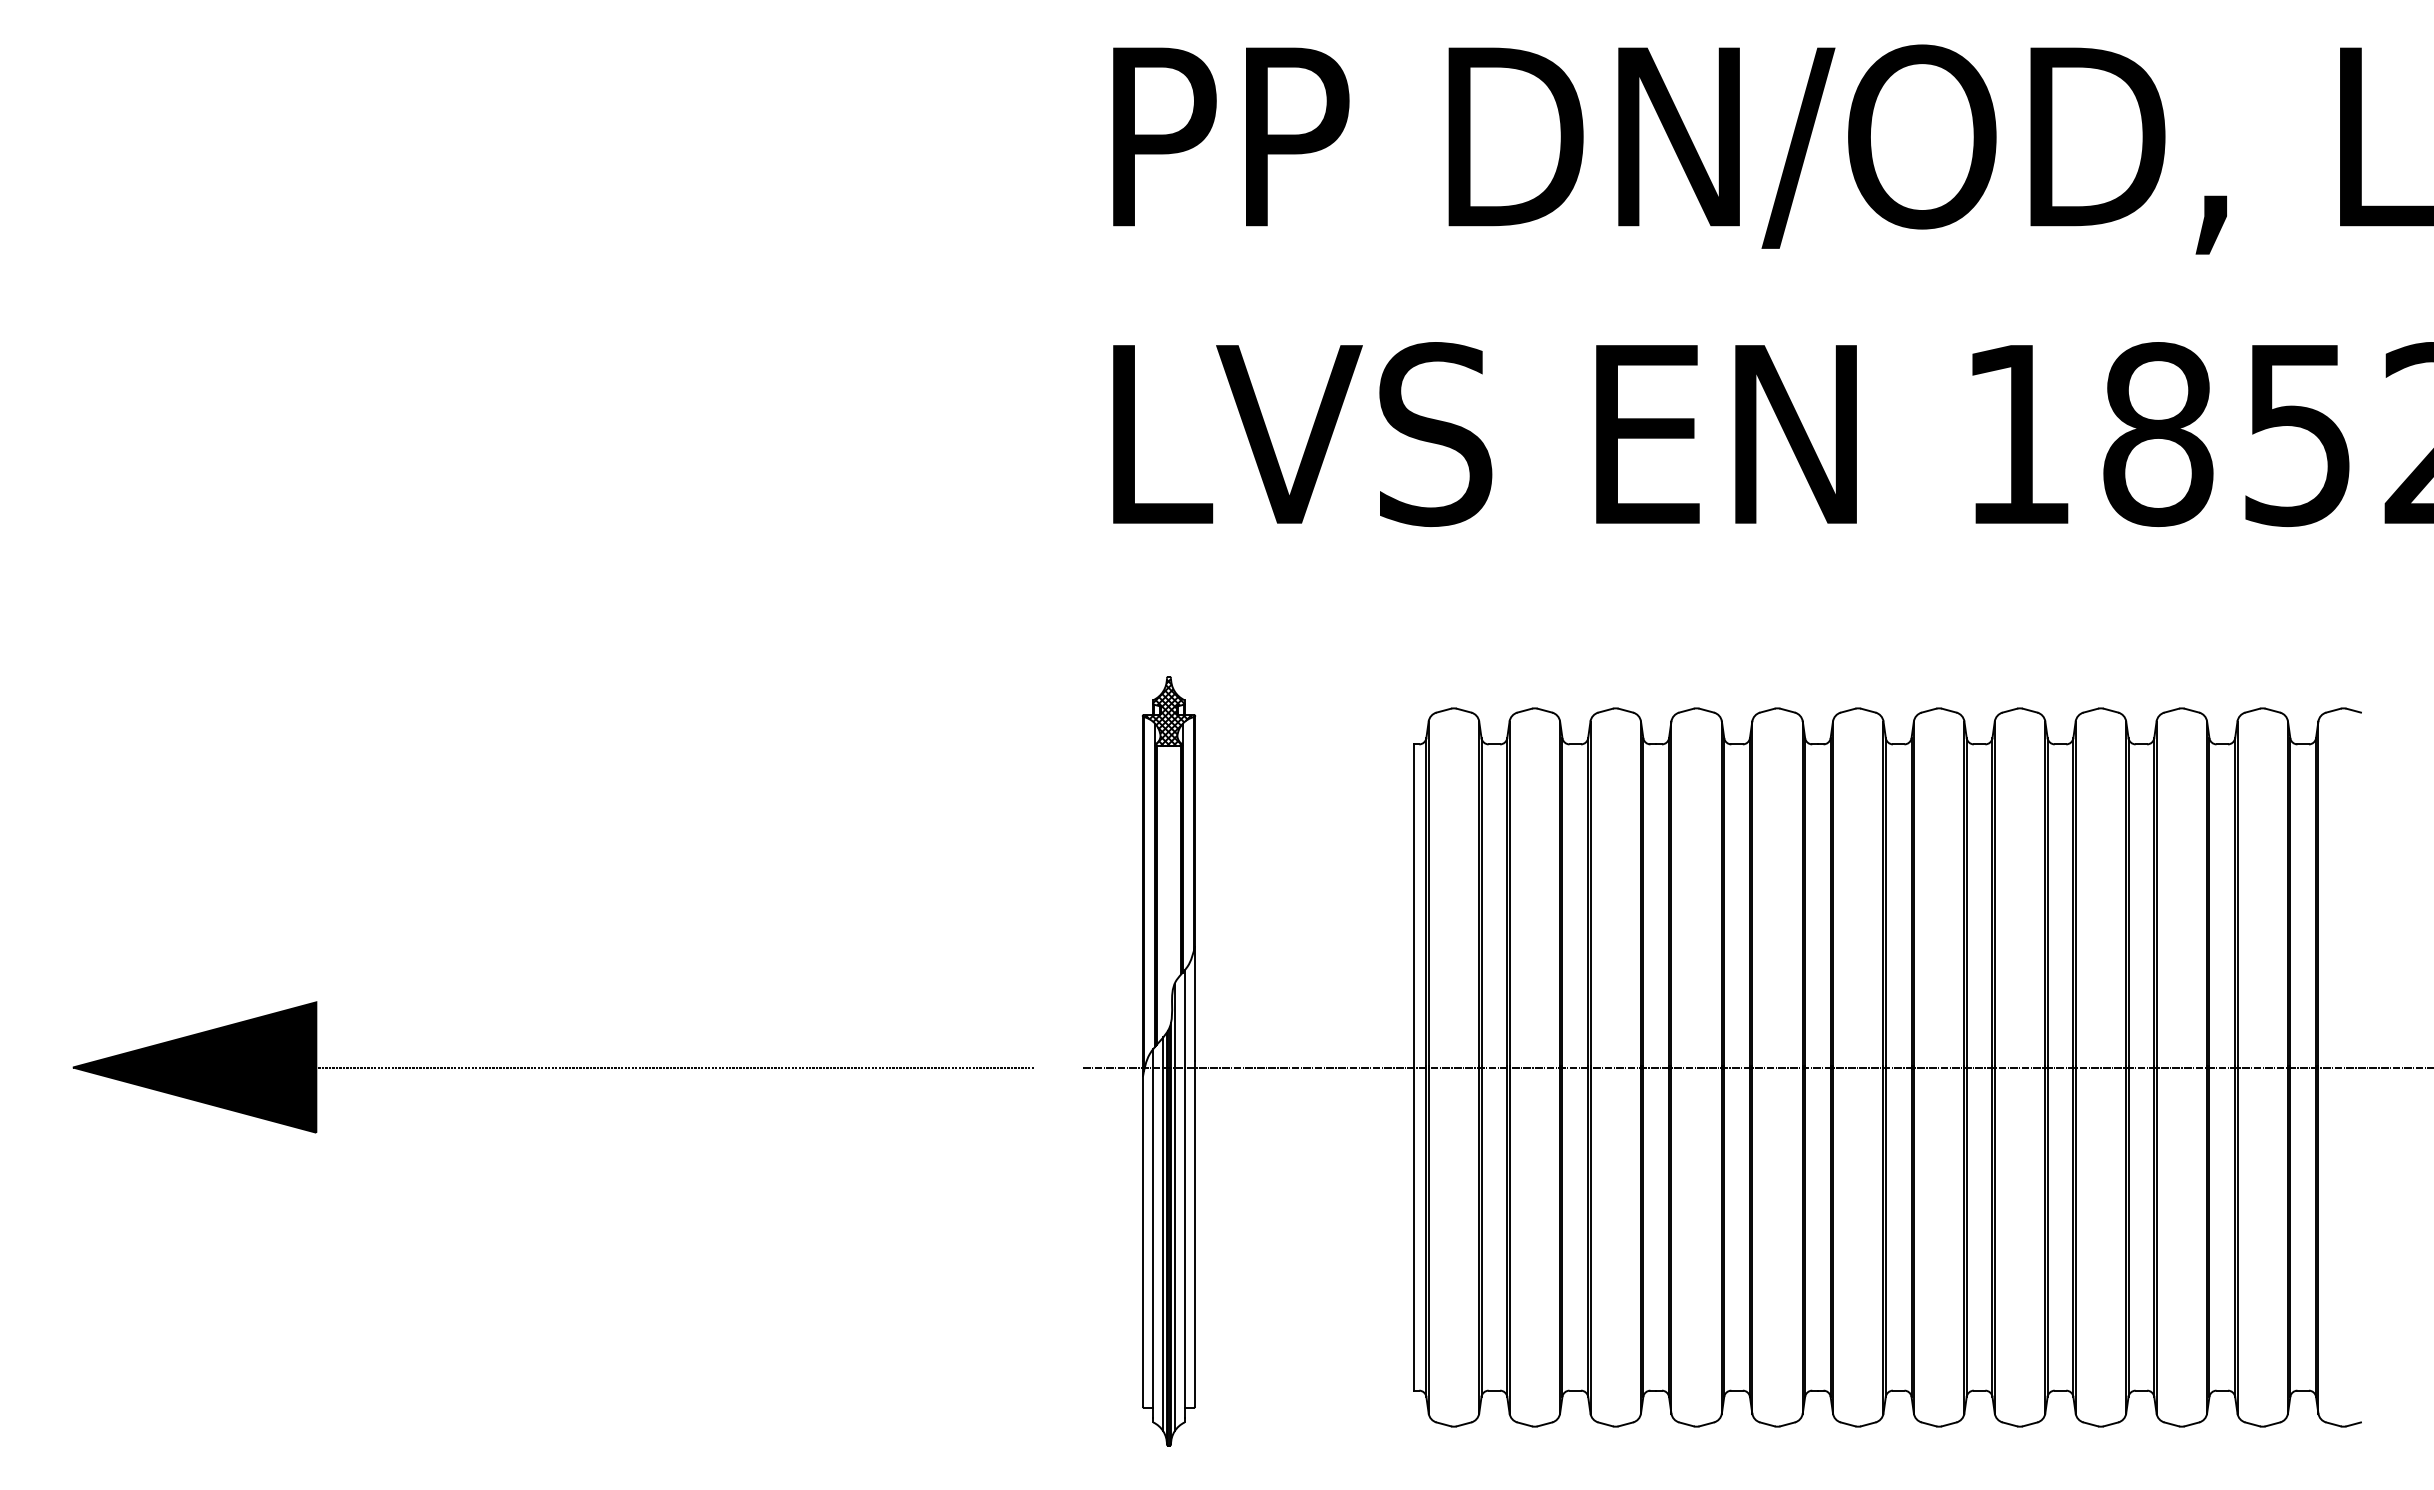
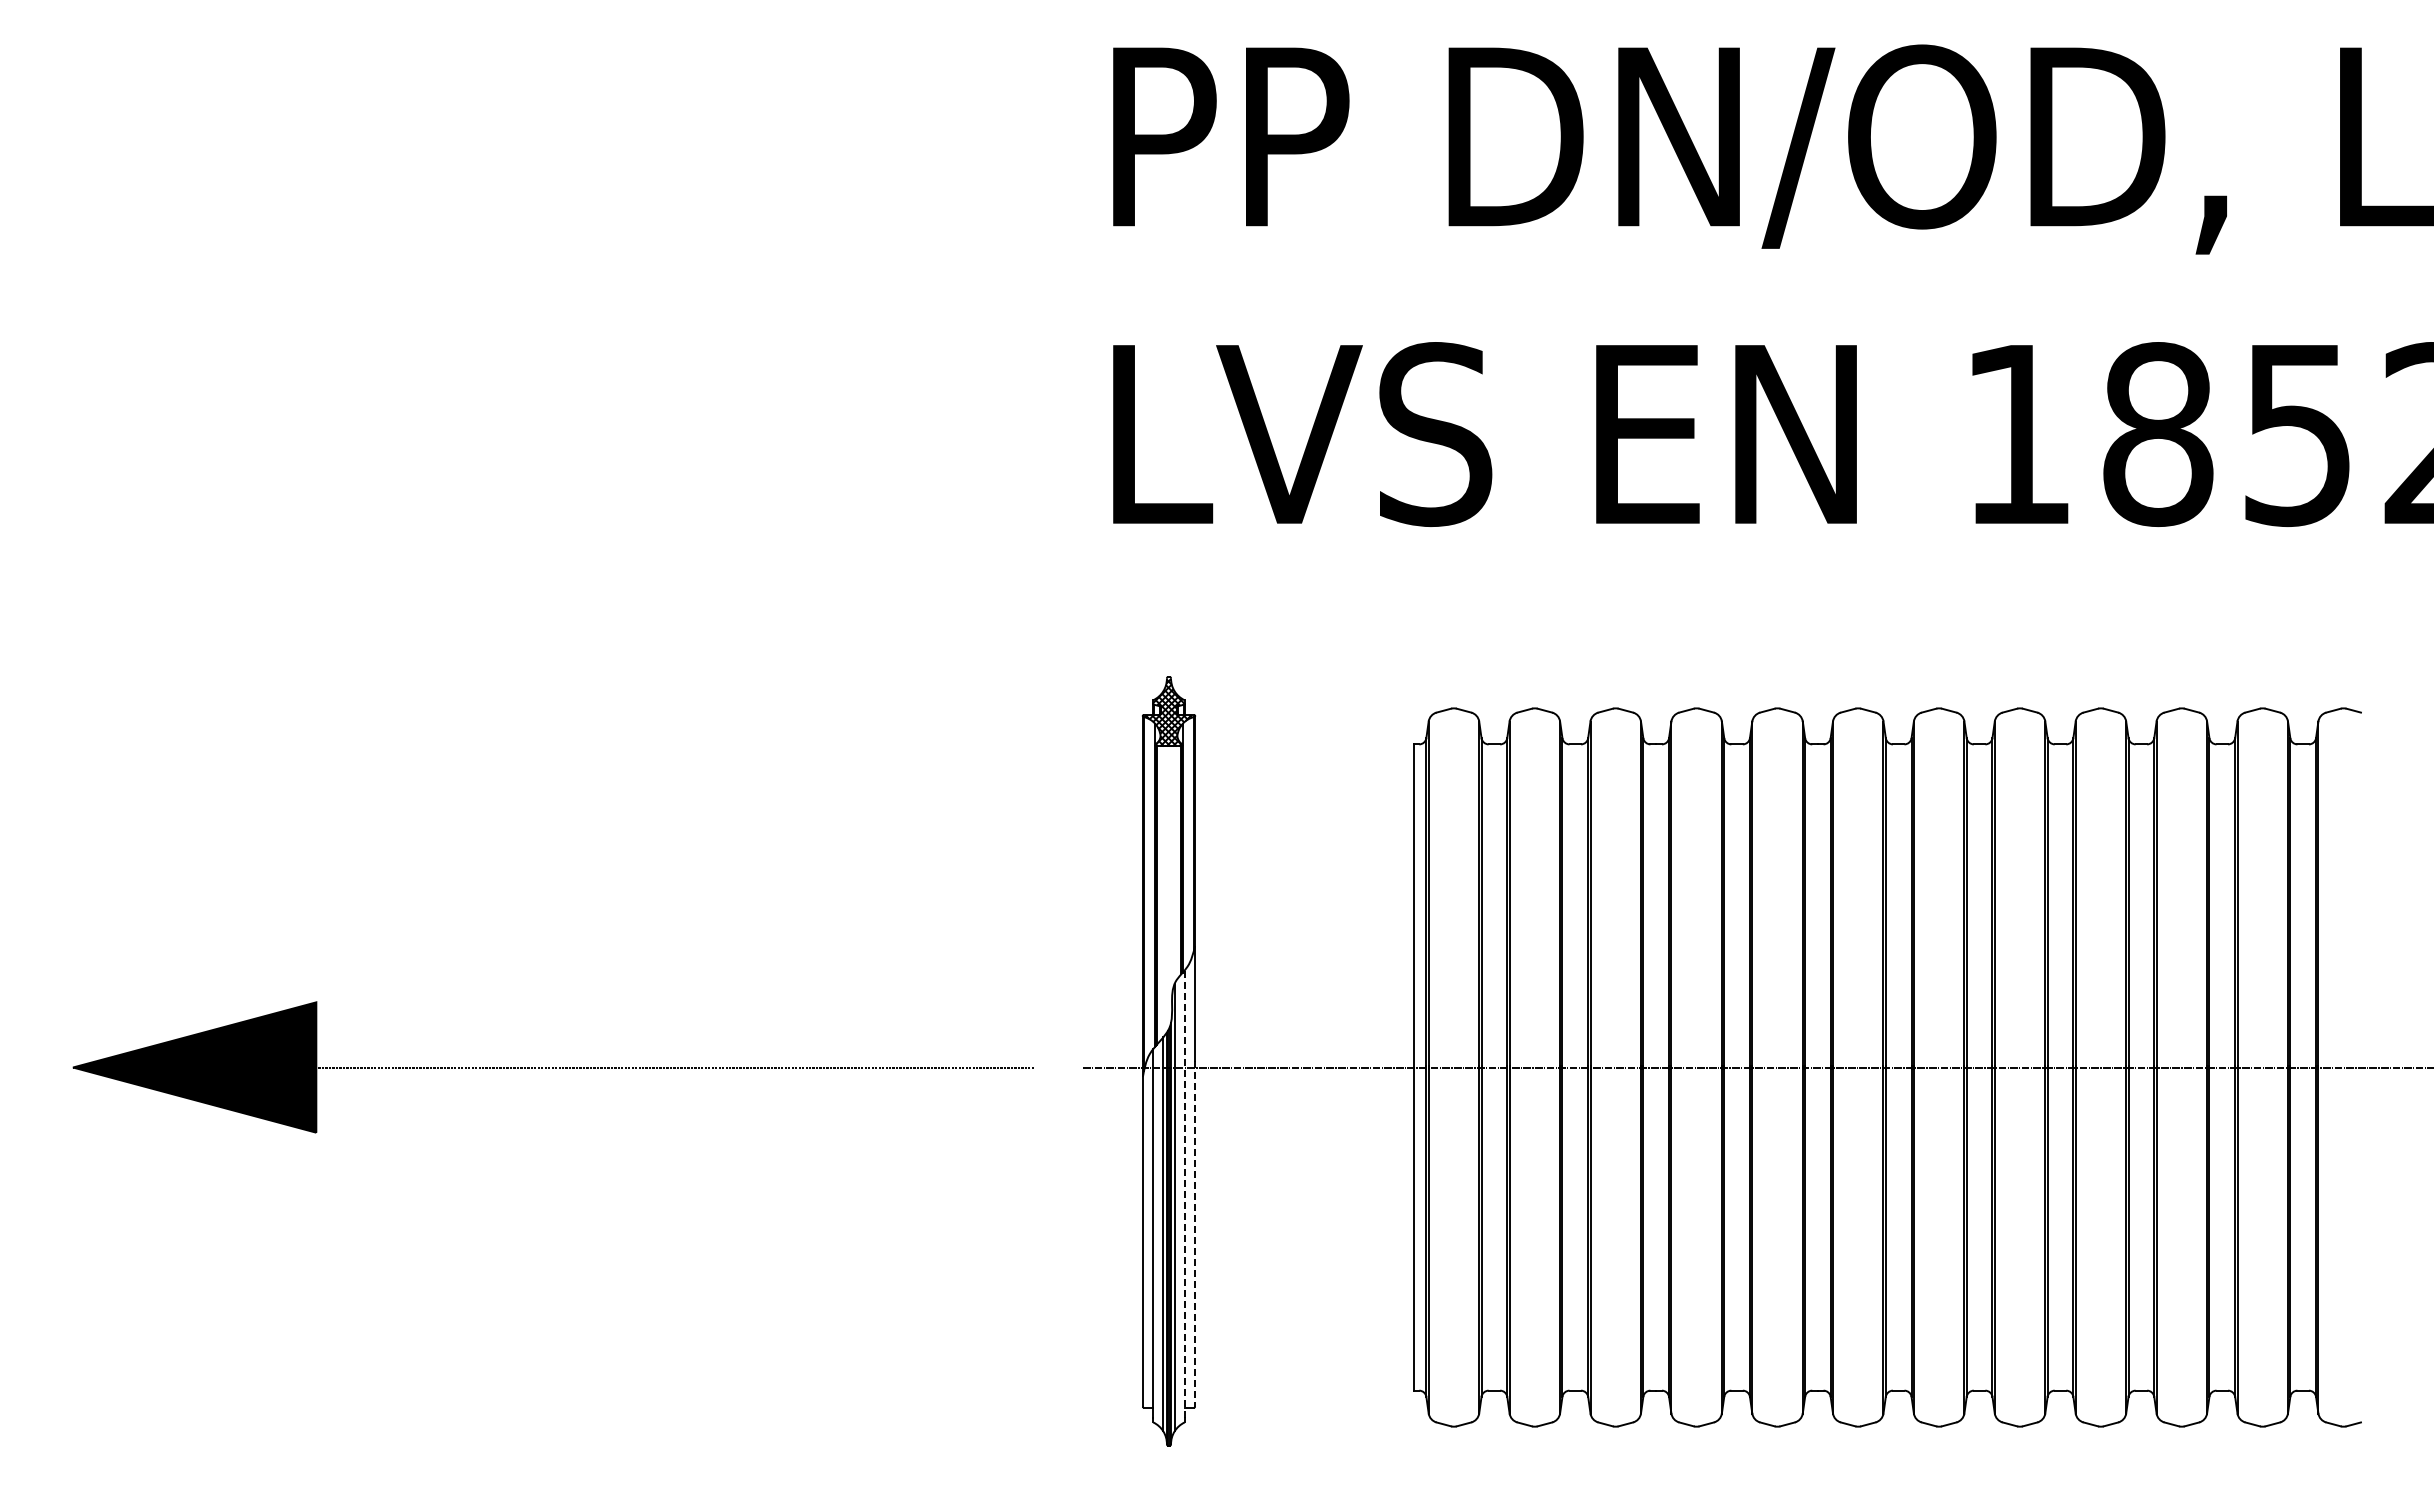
line at (1184, 1194): solid -> dashed
line at (1195, 1234): solid -> dashed
